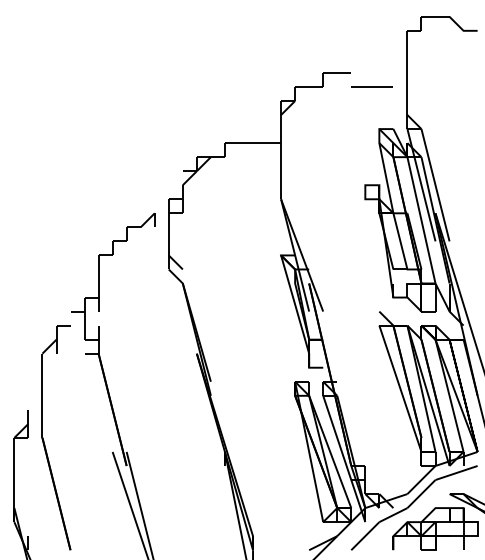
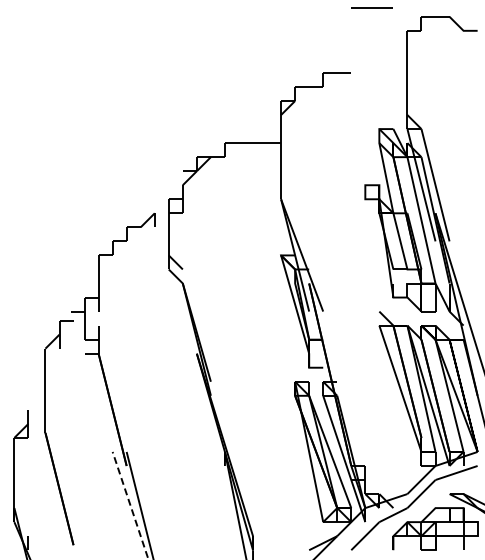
line at (371, 86) position: (371, 86) -> (371, 7)
part at (44, 440) position: (44, 440) -> (47, 435)
line at (130, 505): solid -> dashed
